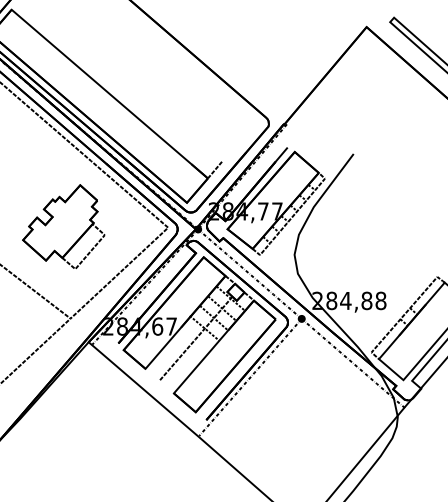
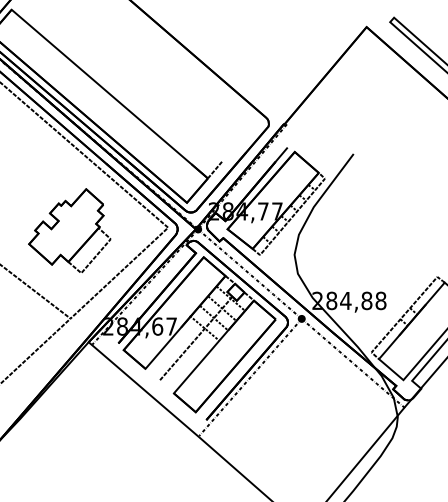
part at (63, 226) position: (63, 226) -> (69, 230)
